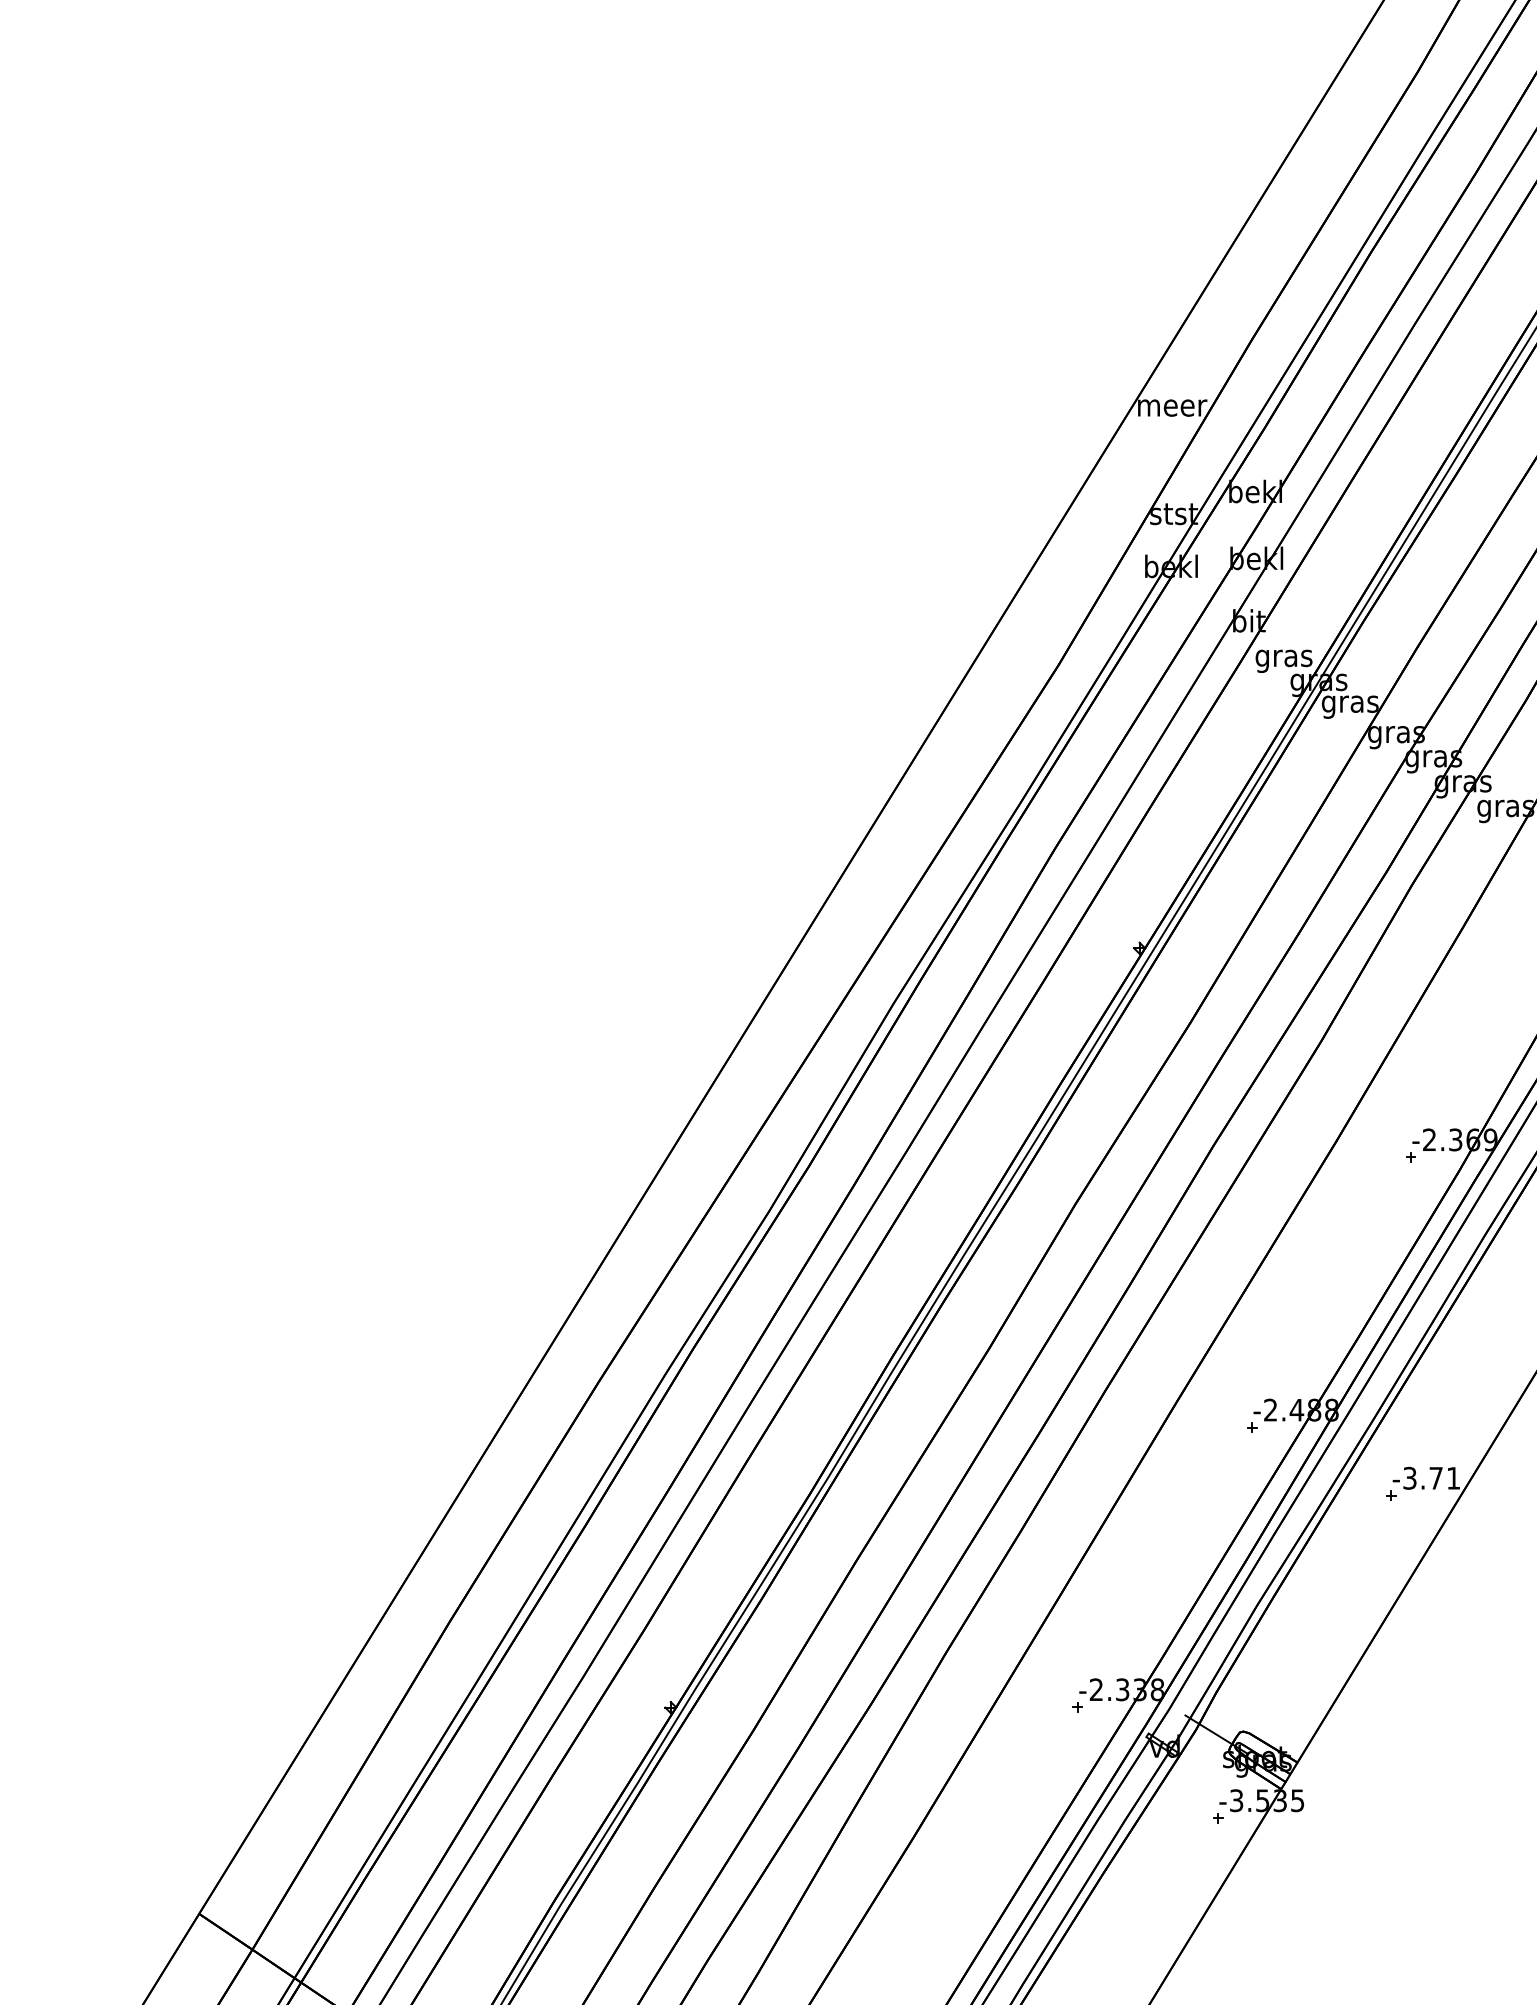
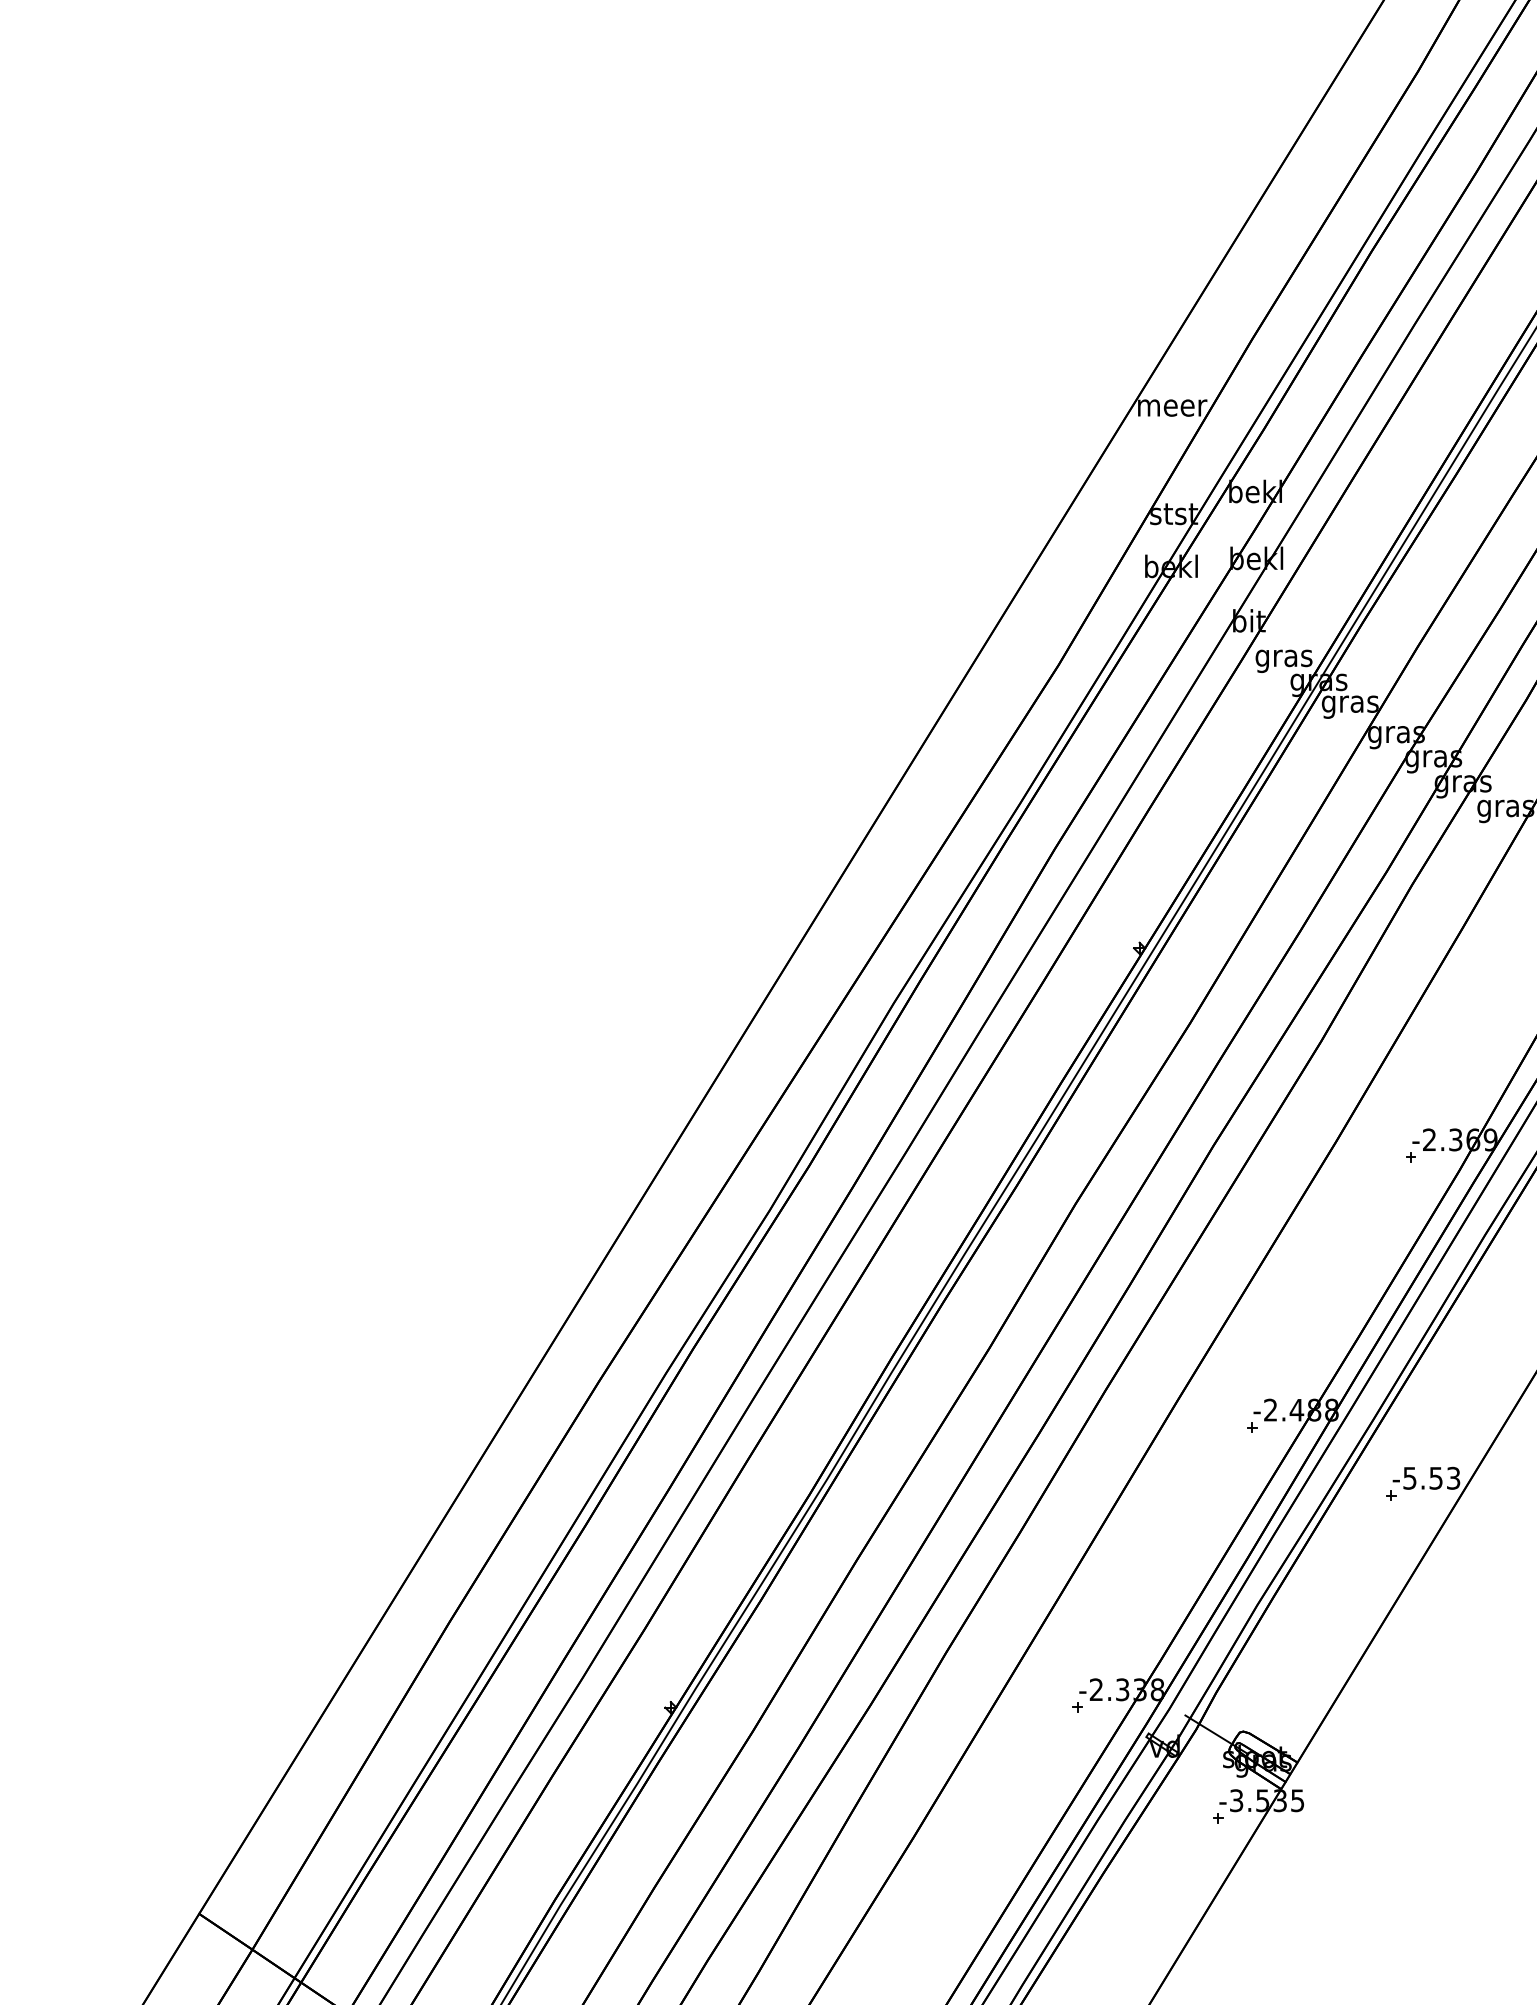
text at (1432, 1477): -3.71 -> -5.53
